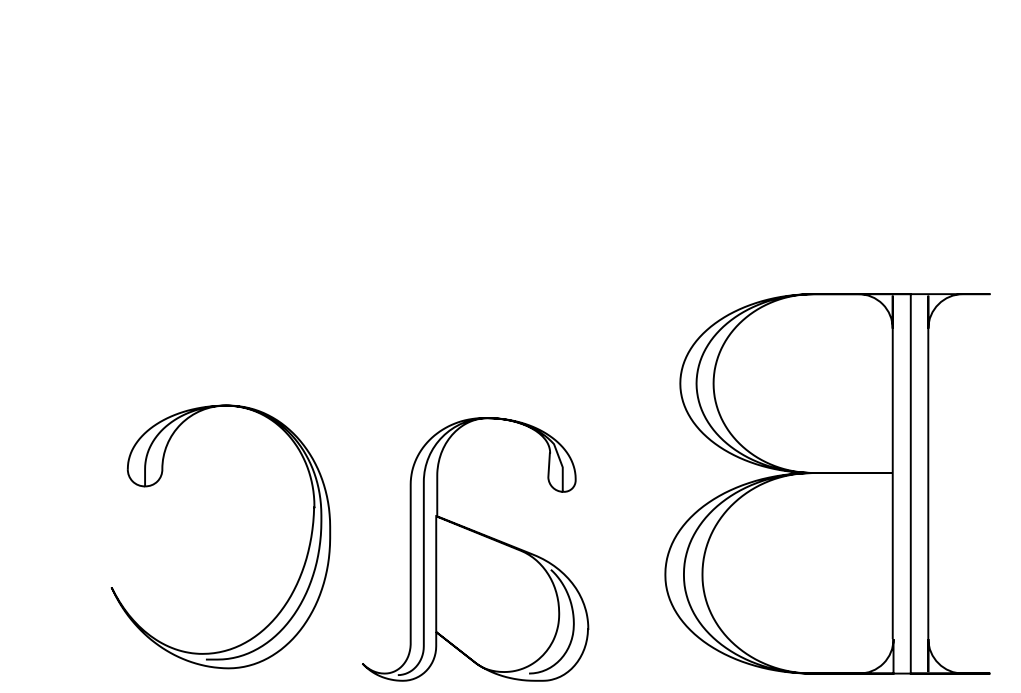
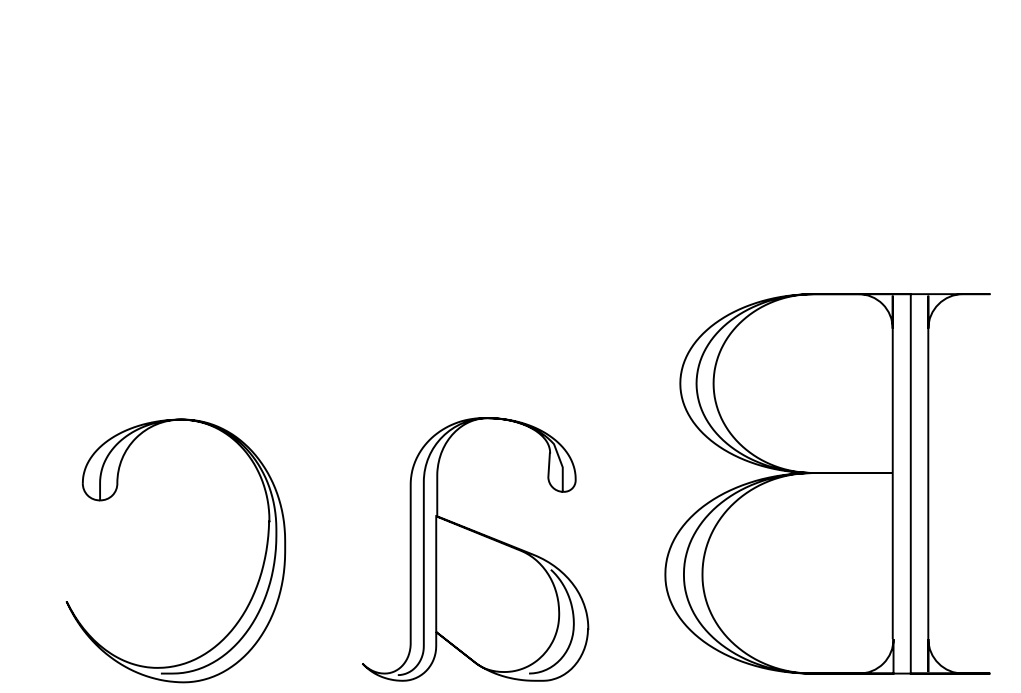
part at (160, 479) position: (160, 479) -> (115, 493)
